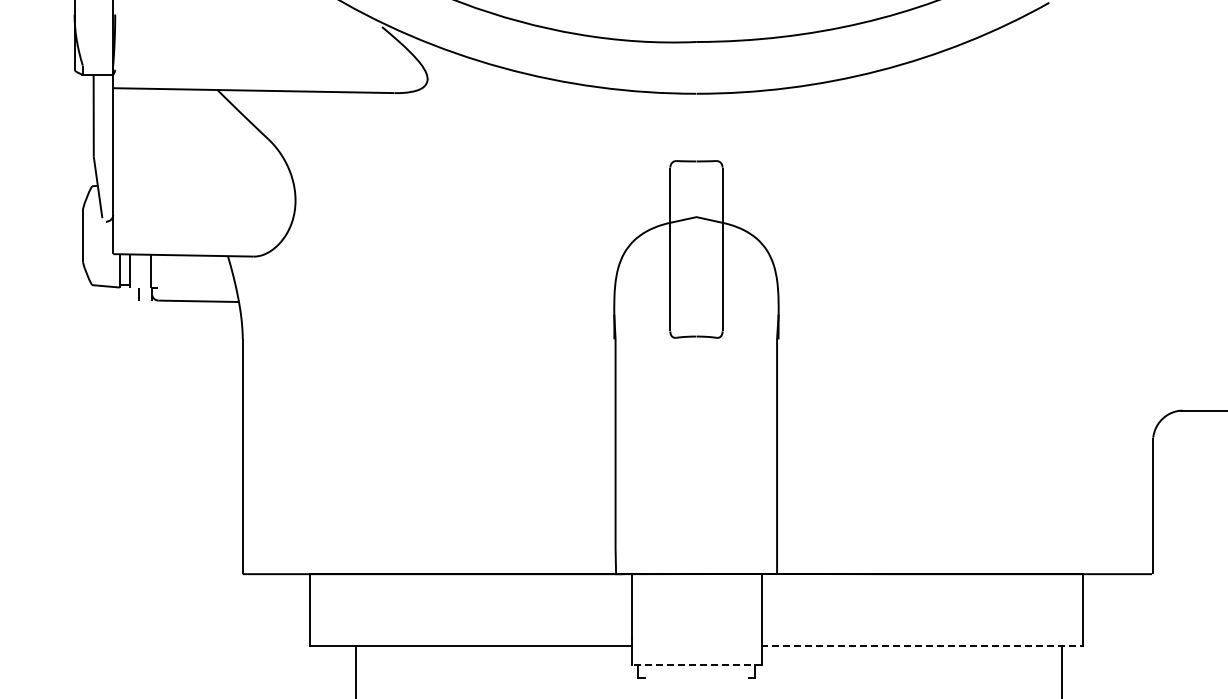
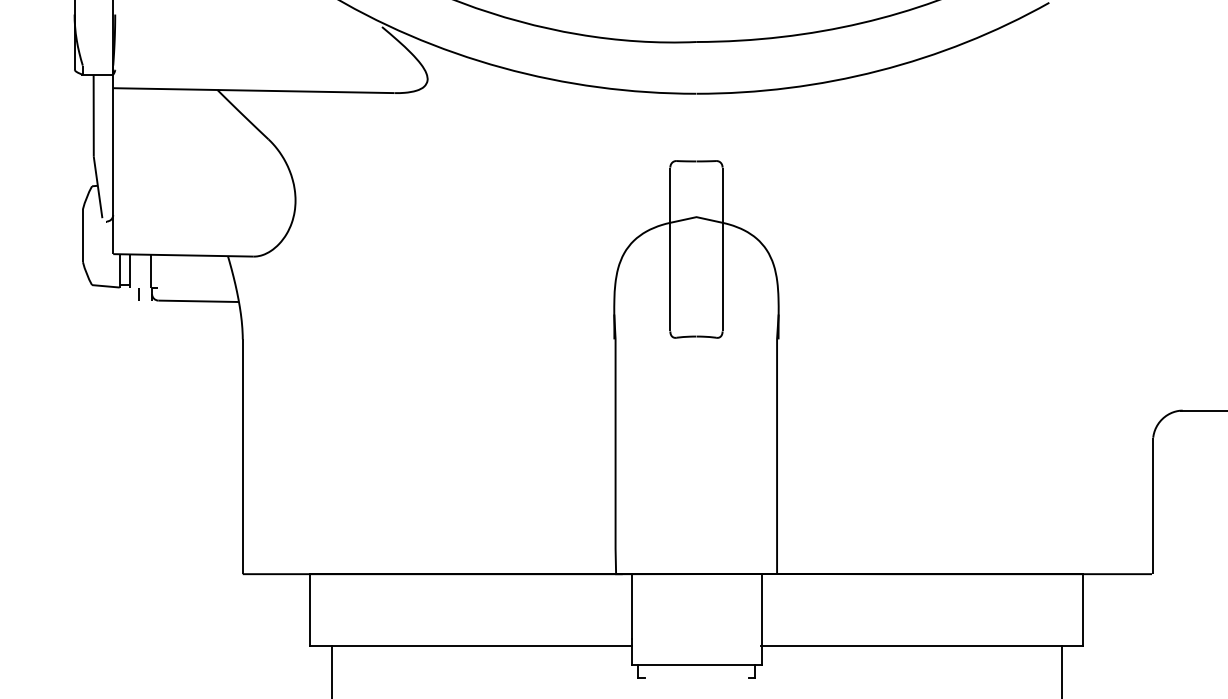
line at (922, 645): dashed -> solid
line at (696, 665): dashed -> solid
line at (355, 670) position: (355, 670) -> (331, 670)
